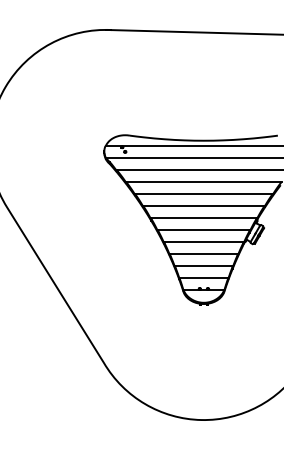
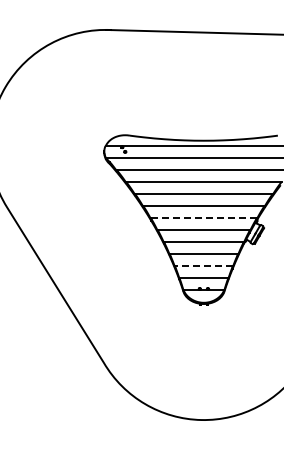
line at (203, 217): solid -> dashed
line at (203, 265): solid -> dashed
